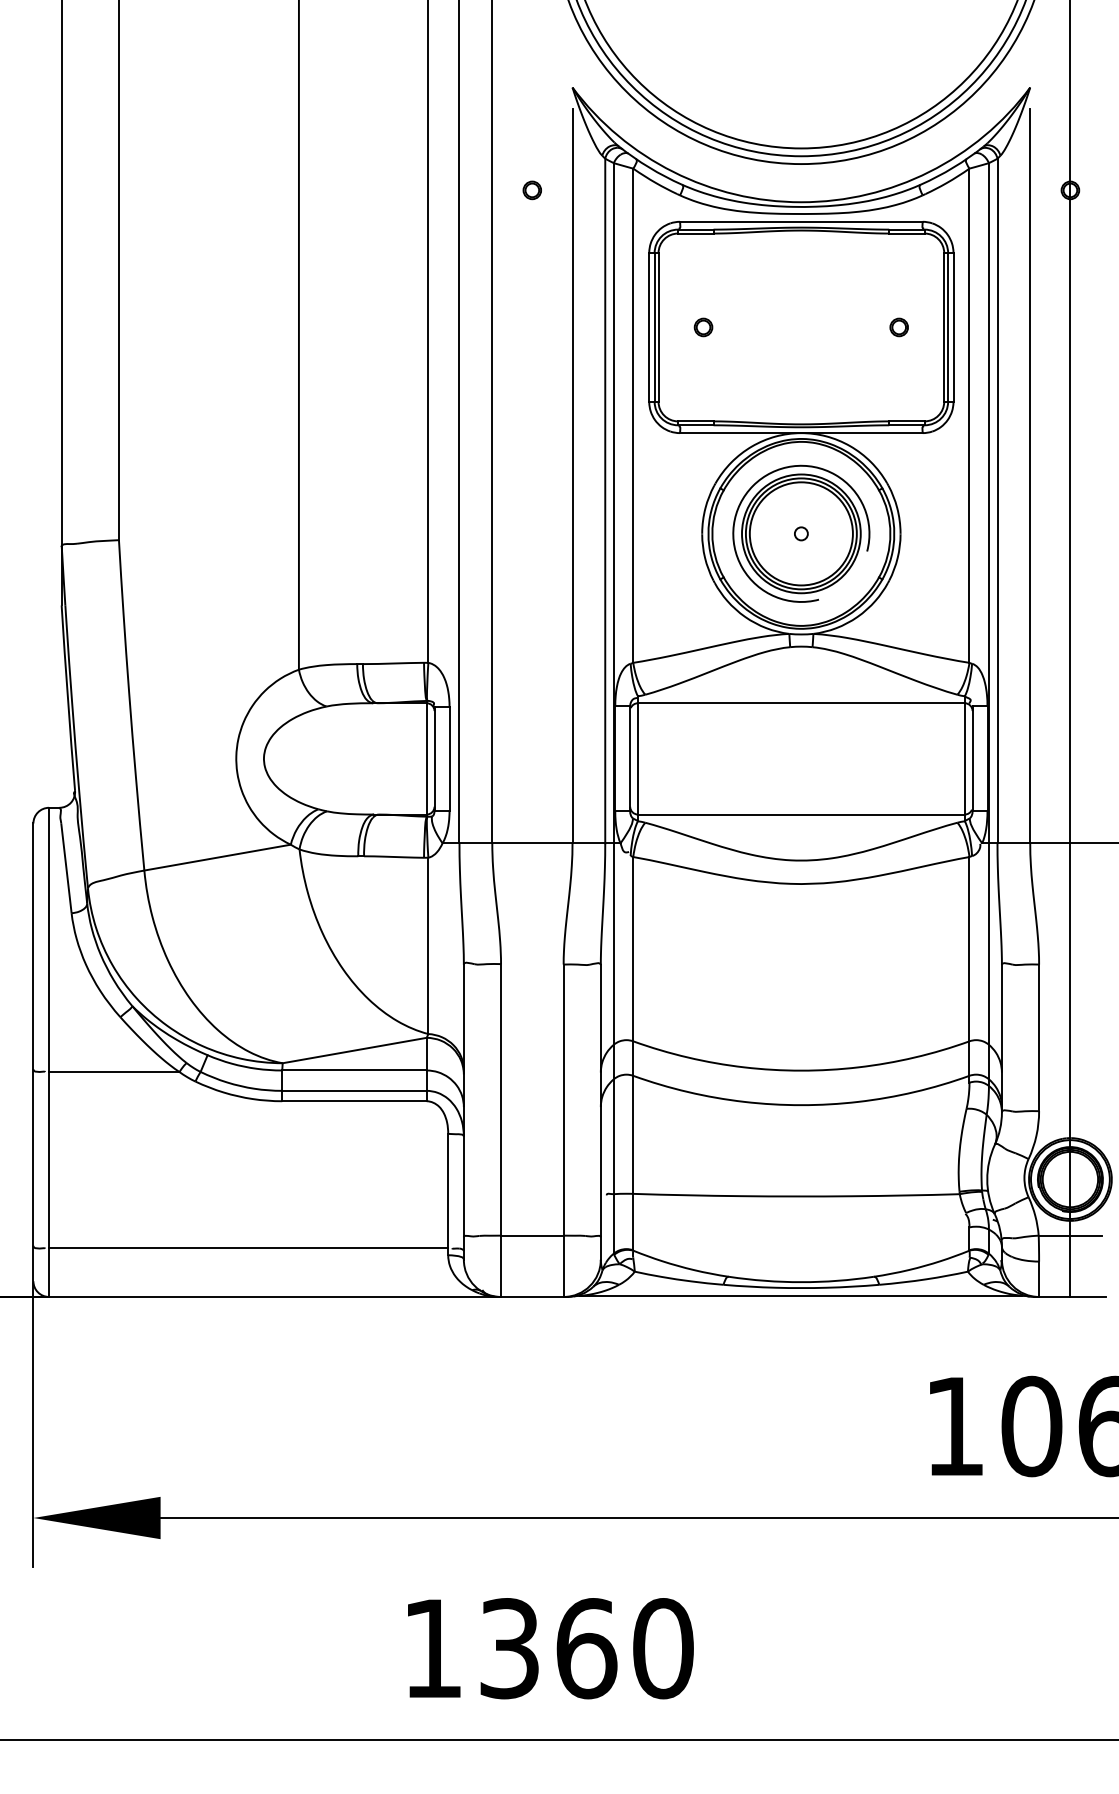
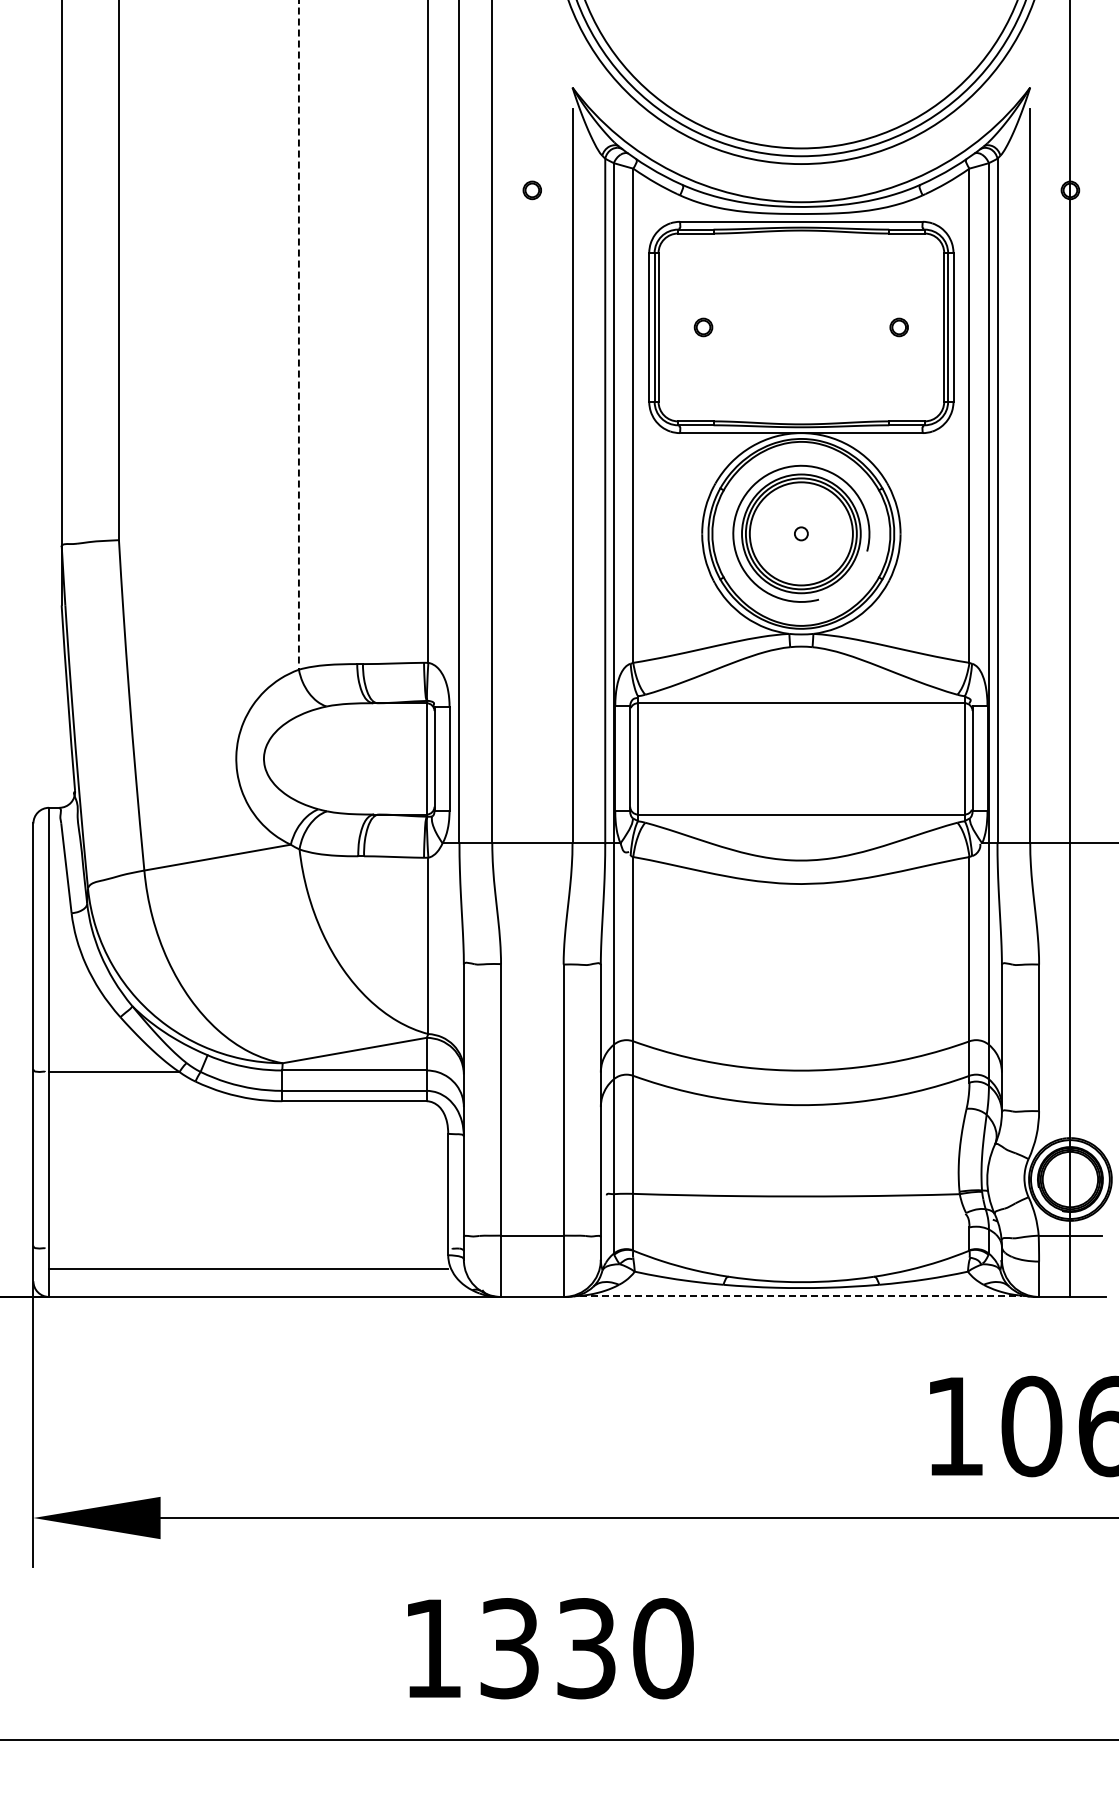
line at (298, 334): solid -> dashed
line at (248, 1248) position: (248, 1248) -> (248, 1269)
line at (801, 1295): solid -> dashed
text at (586, 1648): 1360 -> 1330
